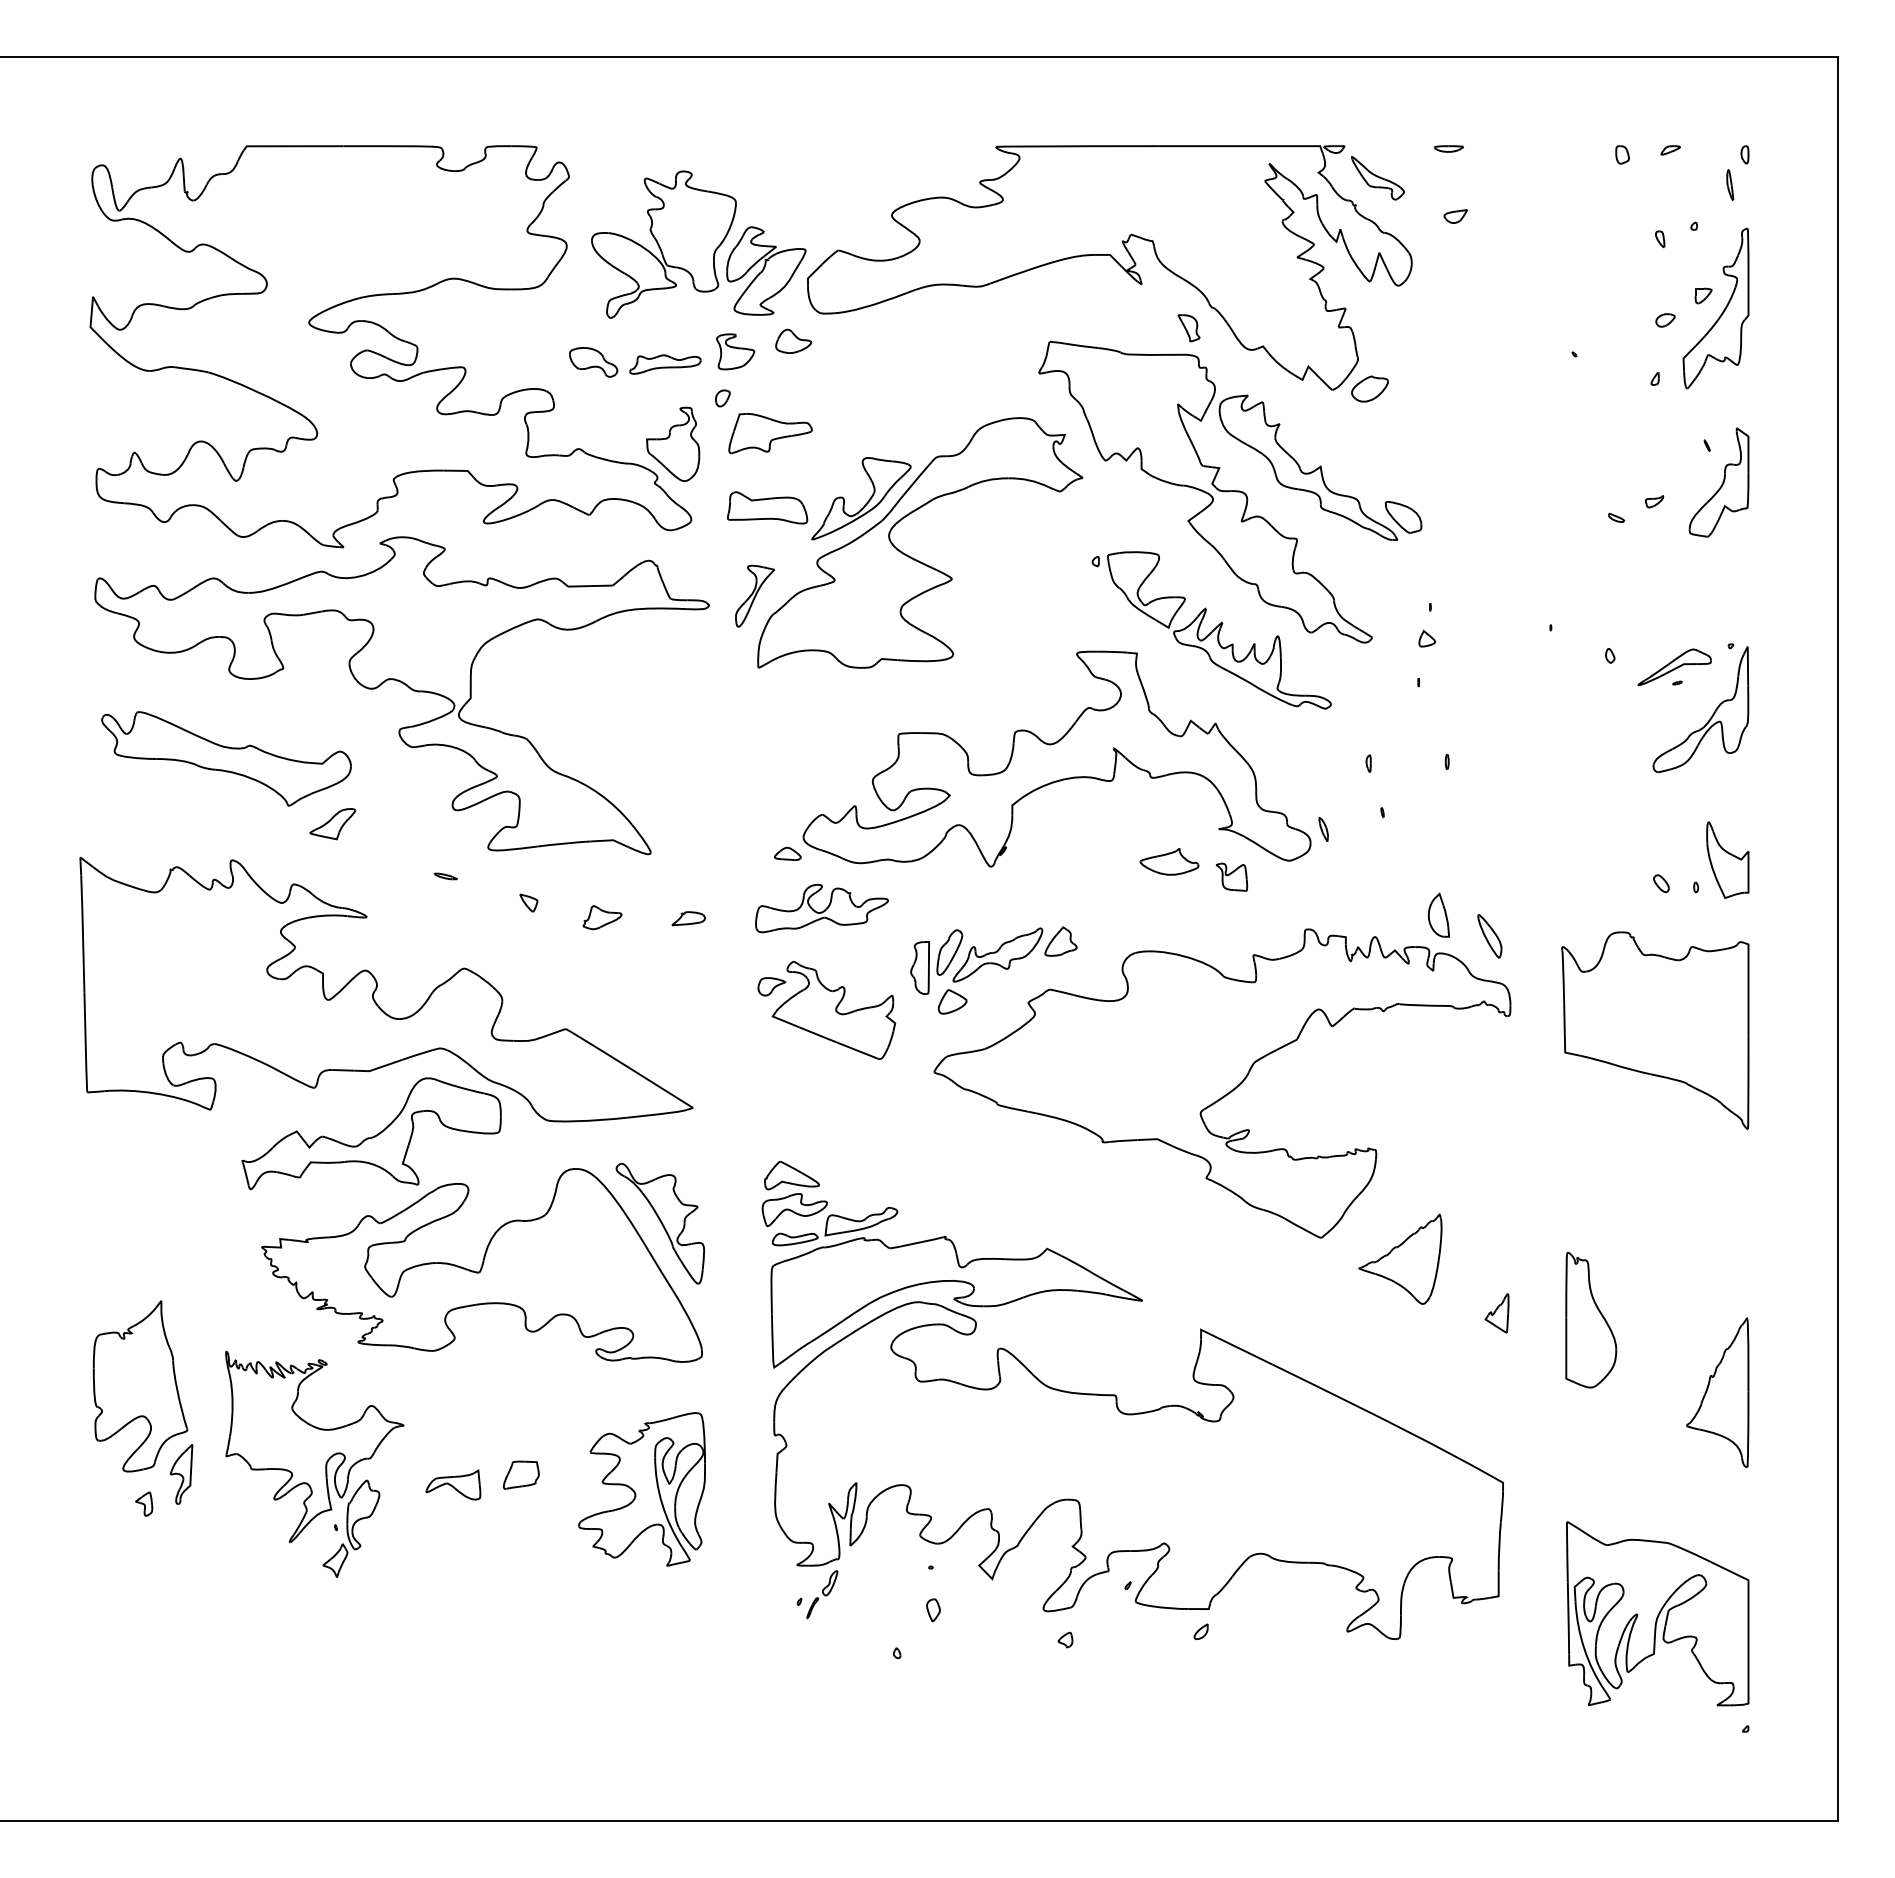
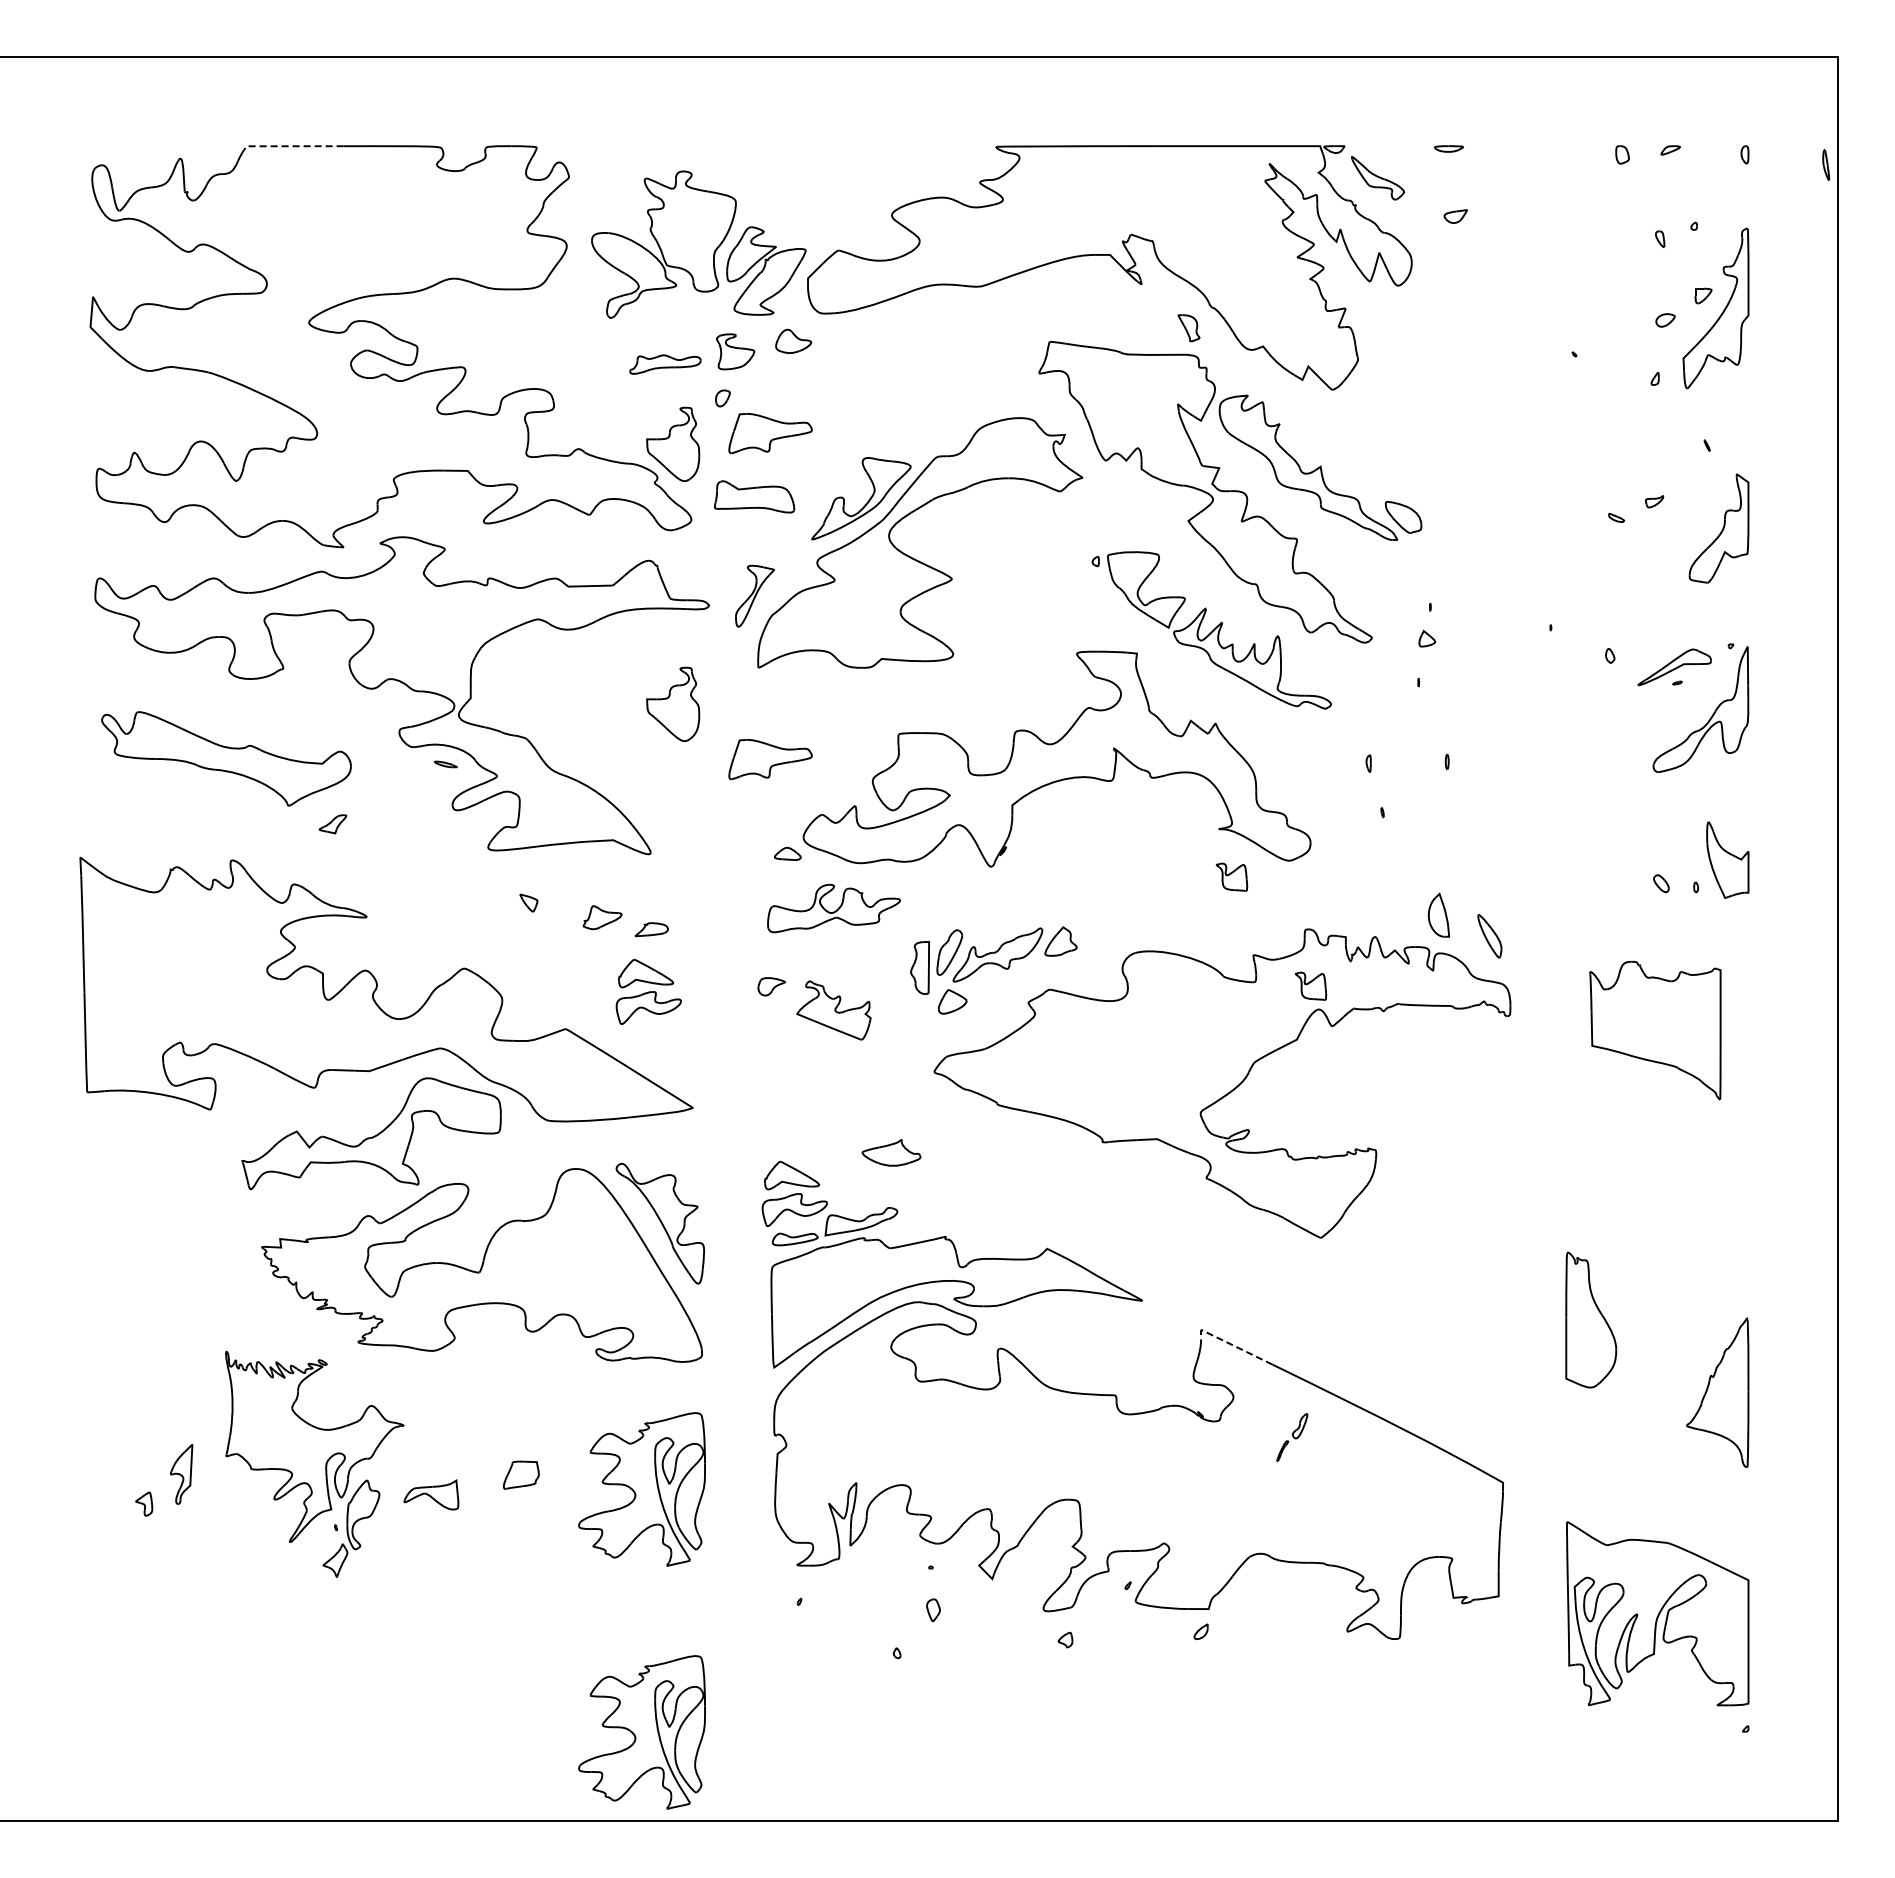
line at (291, 146): solid -> dashed
part at (1730, 184) position: (1730, 184) -> (1826, 164)
part at (593, 362): present -> none
part at (1369, 388): present -> none
part at (1718, 482) position: (1718, 482) -> (1718, 528)
part at (767, 507) position: (767, 507) -> (754, 496)
part at (673, 704): none -> present
part at (770, 759): none -> present
part at (332, 824) size: 48x33 px -> 30x21 px
part at (1323, 829): present -> none
part at (1169, 861) position: (1169, 861) -> (891, 1152)
part at (445, 876) position: (445, 876) -> (445, 764)
part at (821, 908) position: (821, 908) -> (833, 908)
part at (688, 918) position: (688, 918) -> (651, 929)
part at (1310, 985): none -> present
part at (648, 991): none -> present
part at (833, 1010) size: 126x99 px -> 76x61 px
part at (1655, 1030) size: 189x199 px -> 133x141 px
part at (1400, 1258): present -> none
part at (1496, 1313): present -> none
line at (1231, 1344): solid -> dashed
part at (140, 1386): present -> none
part at (453, 1484) position: (453, 1484) -> (431, 1494)
part at (822, 1594) position: (822, 1594) -> (1292, 1437)
part at (641, 1732): none -> present
